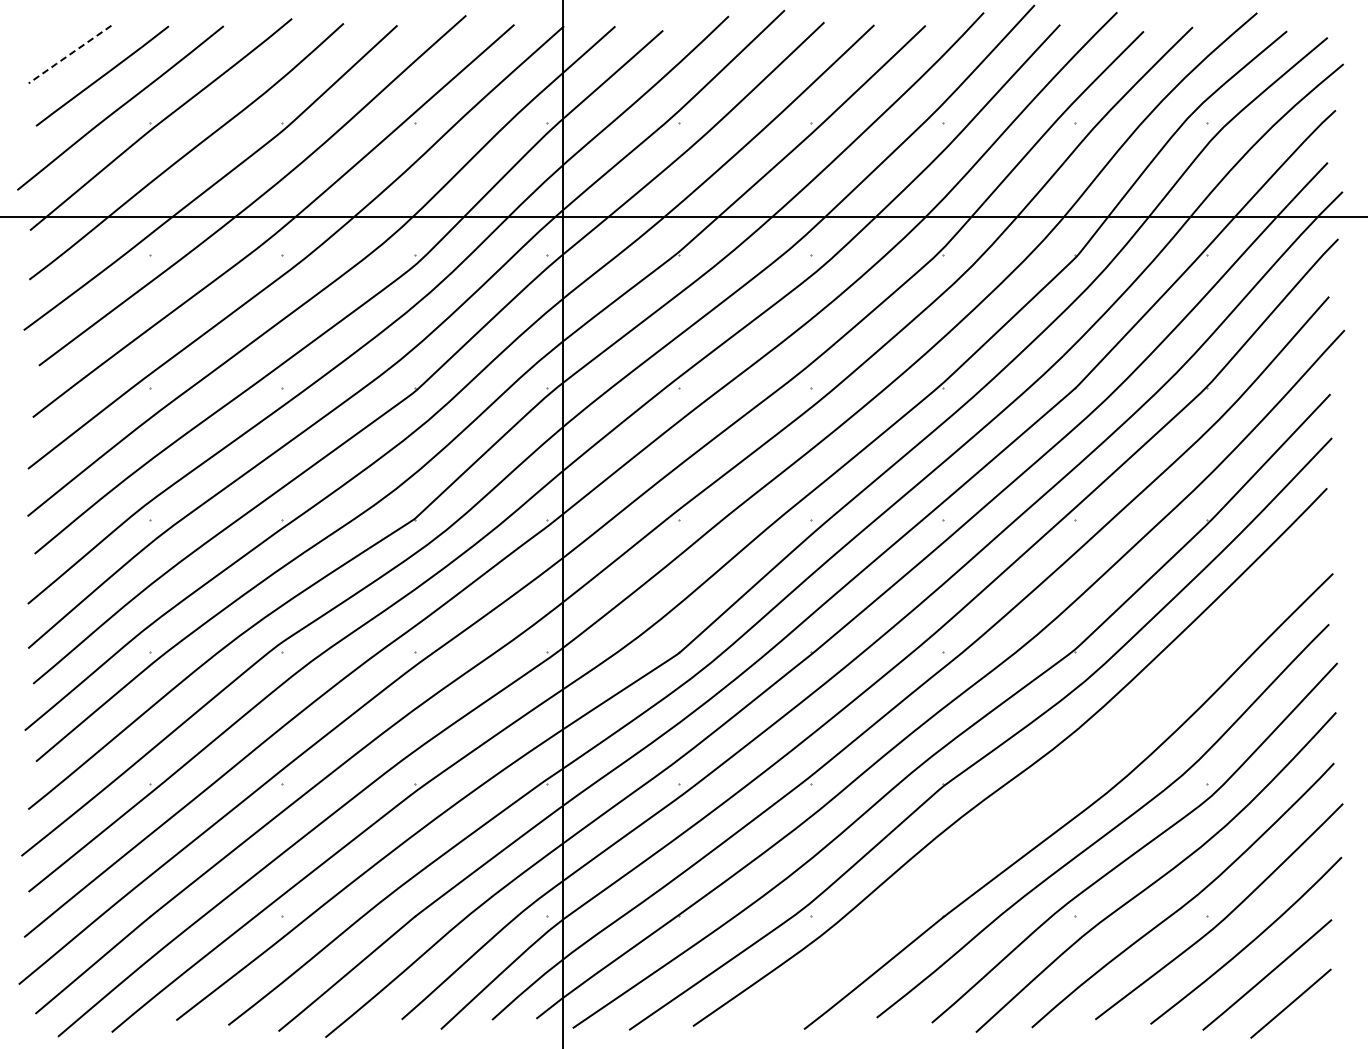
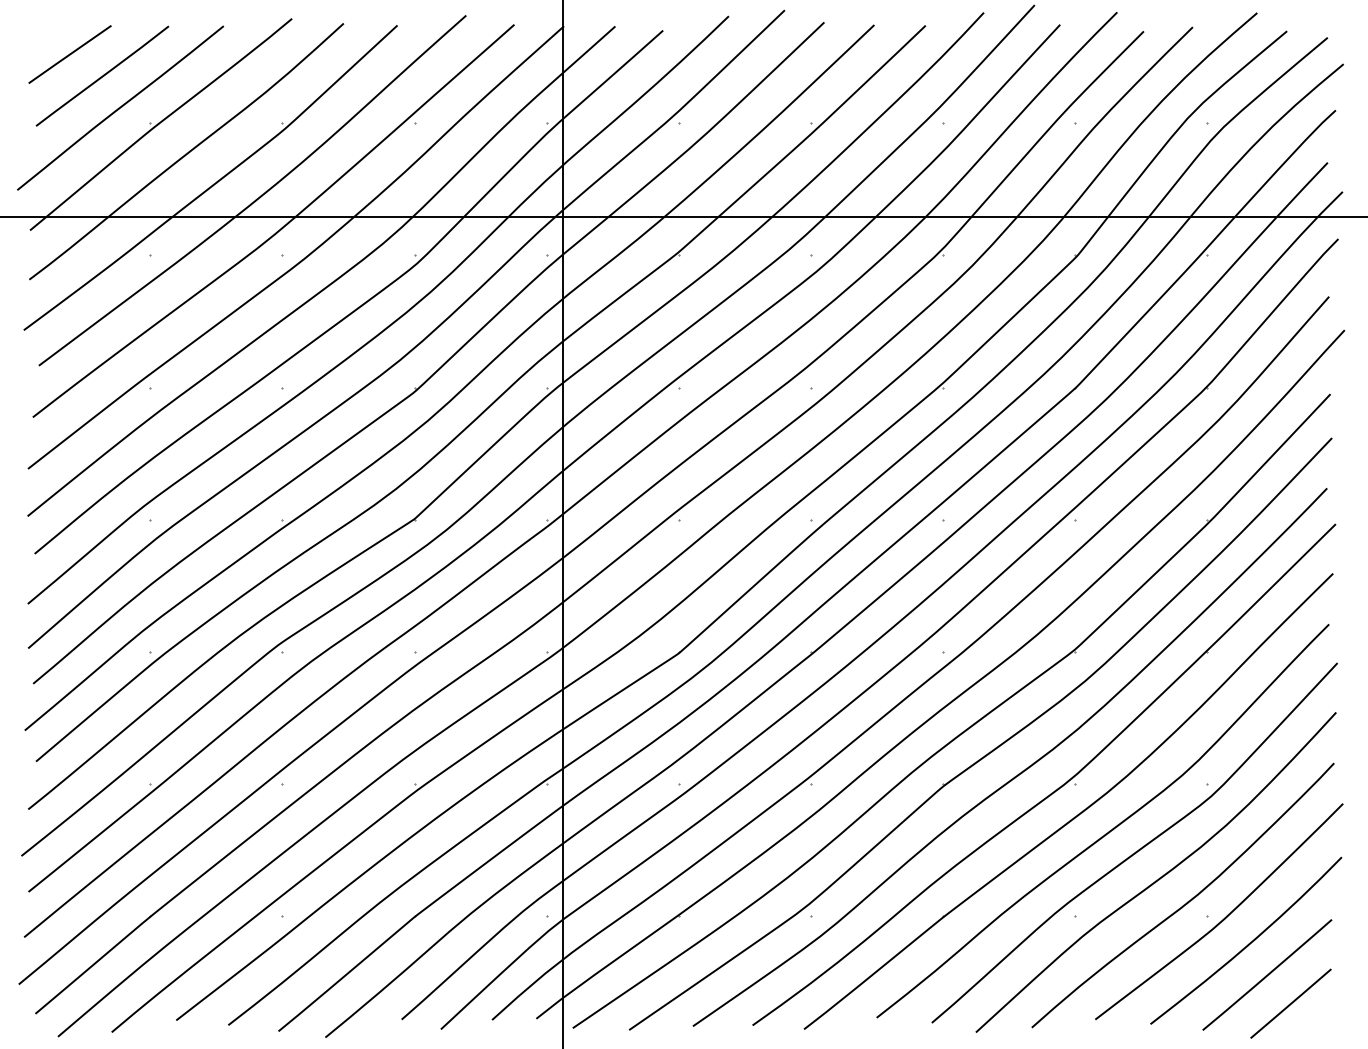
line at (70, 54): dashed -> solid
part at (1054, 790): none -> present
